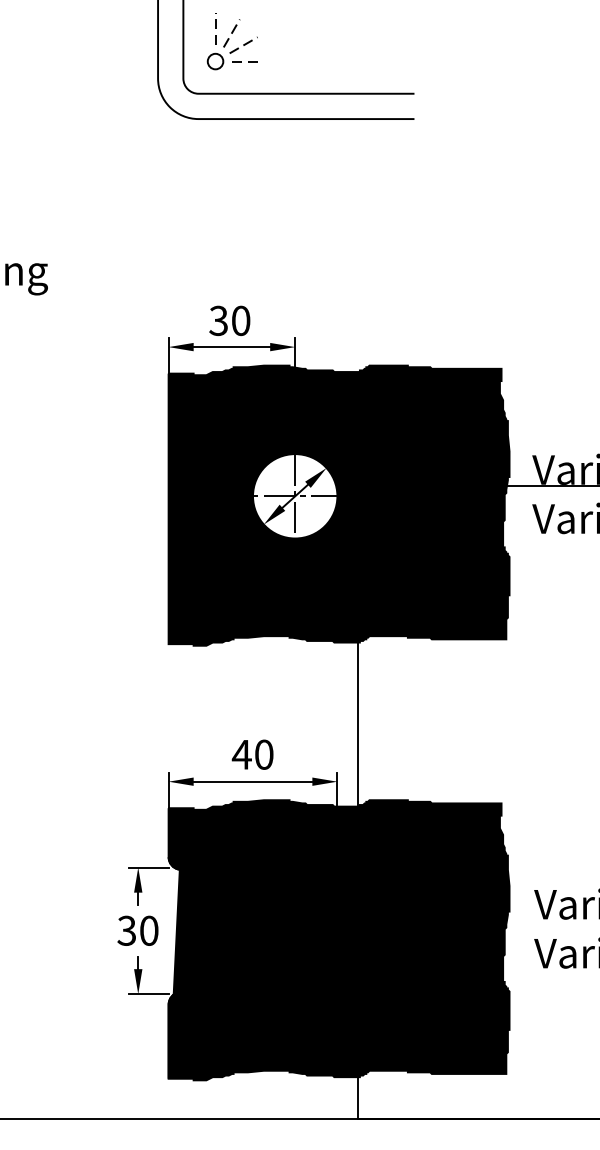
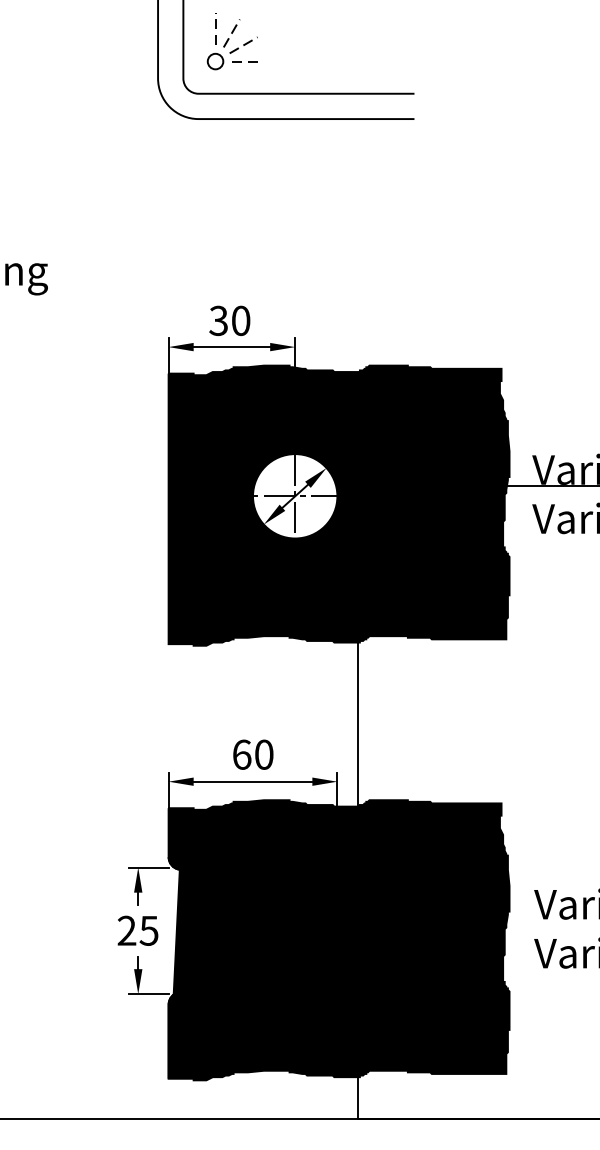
text at (241, 754): 40 -> 60
text at (137, 930): 30 -> 25
